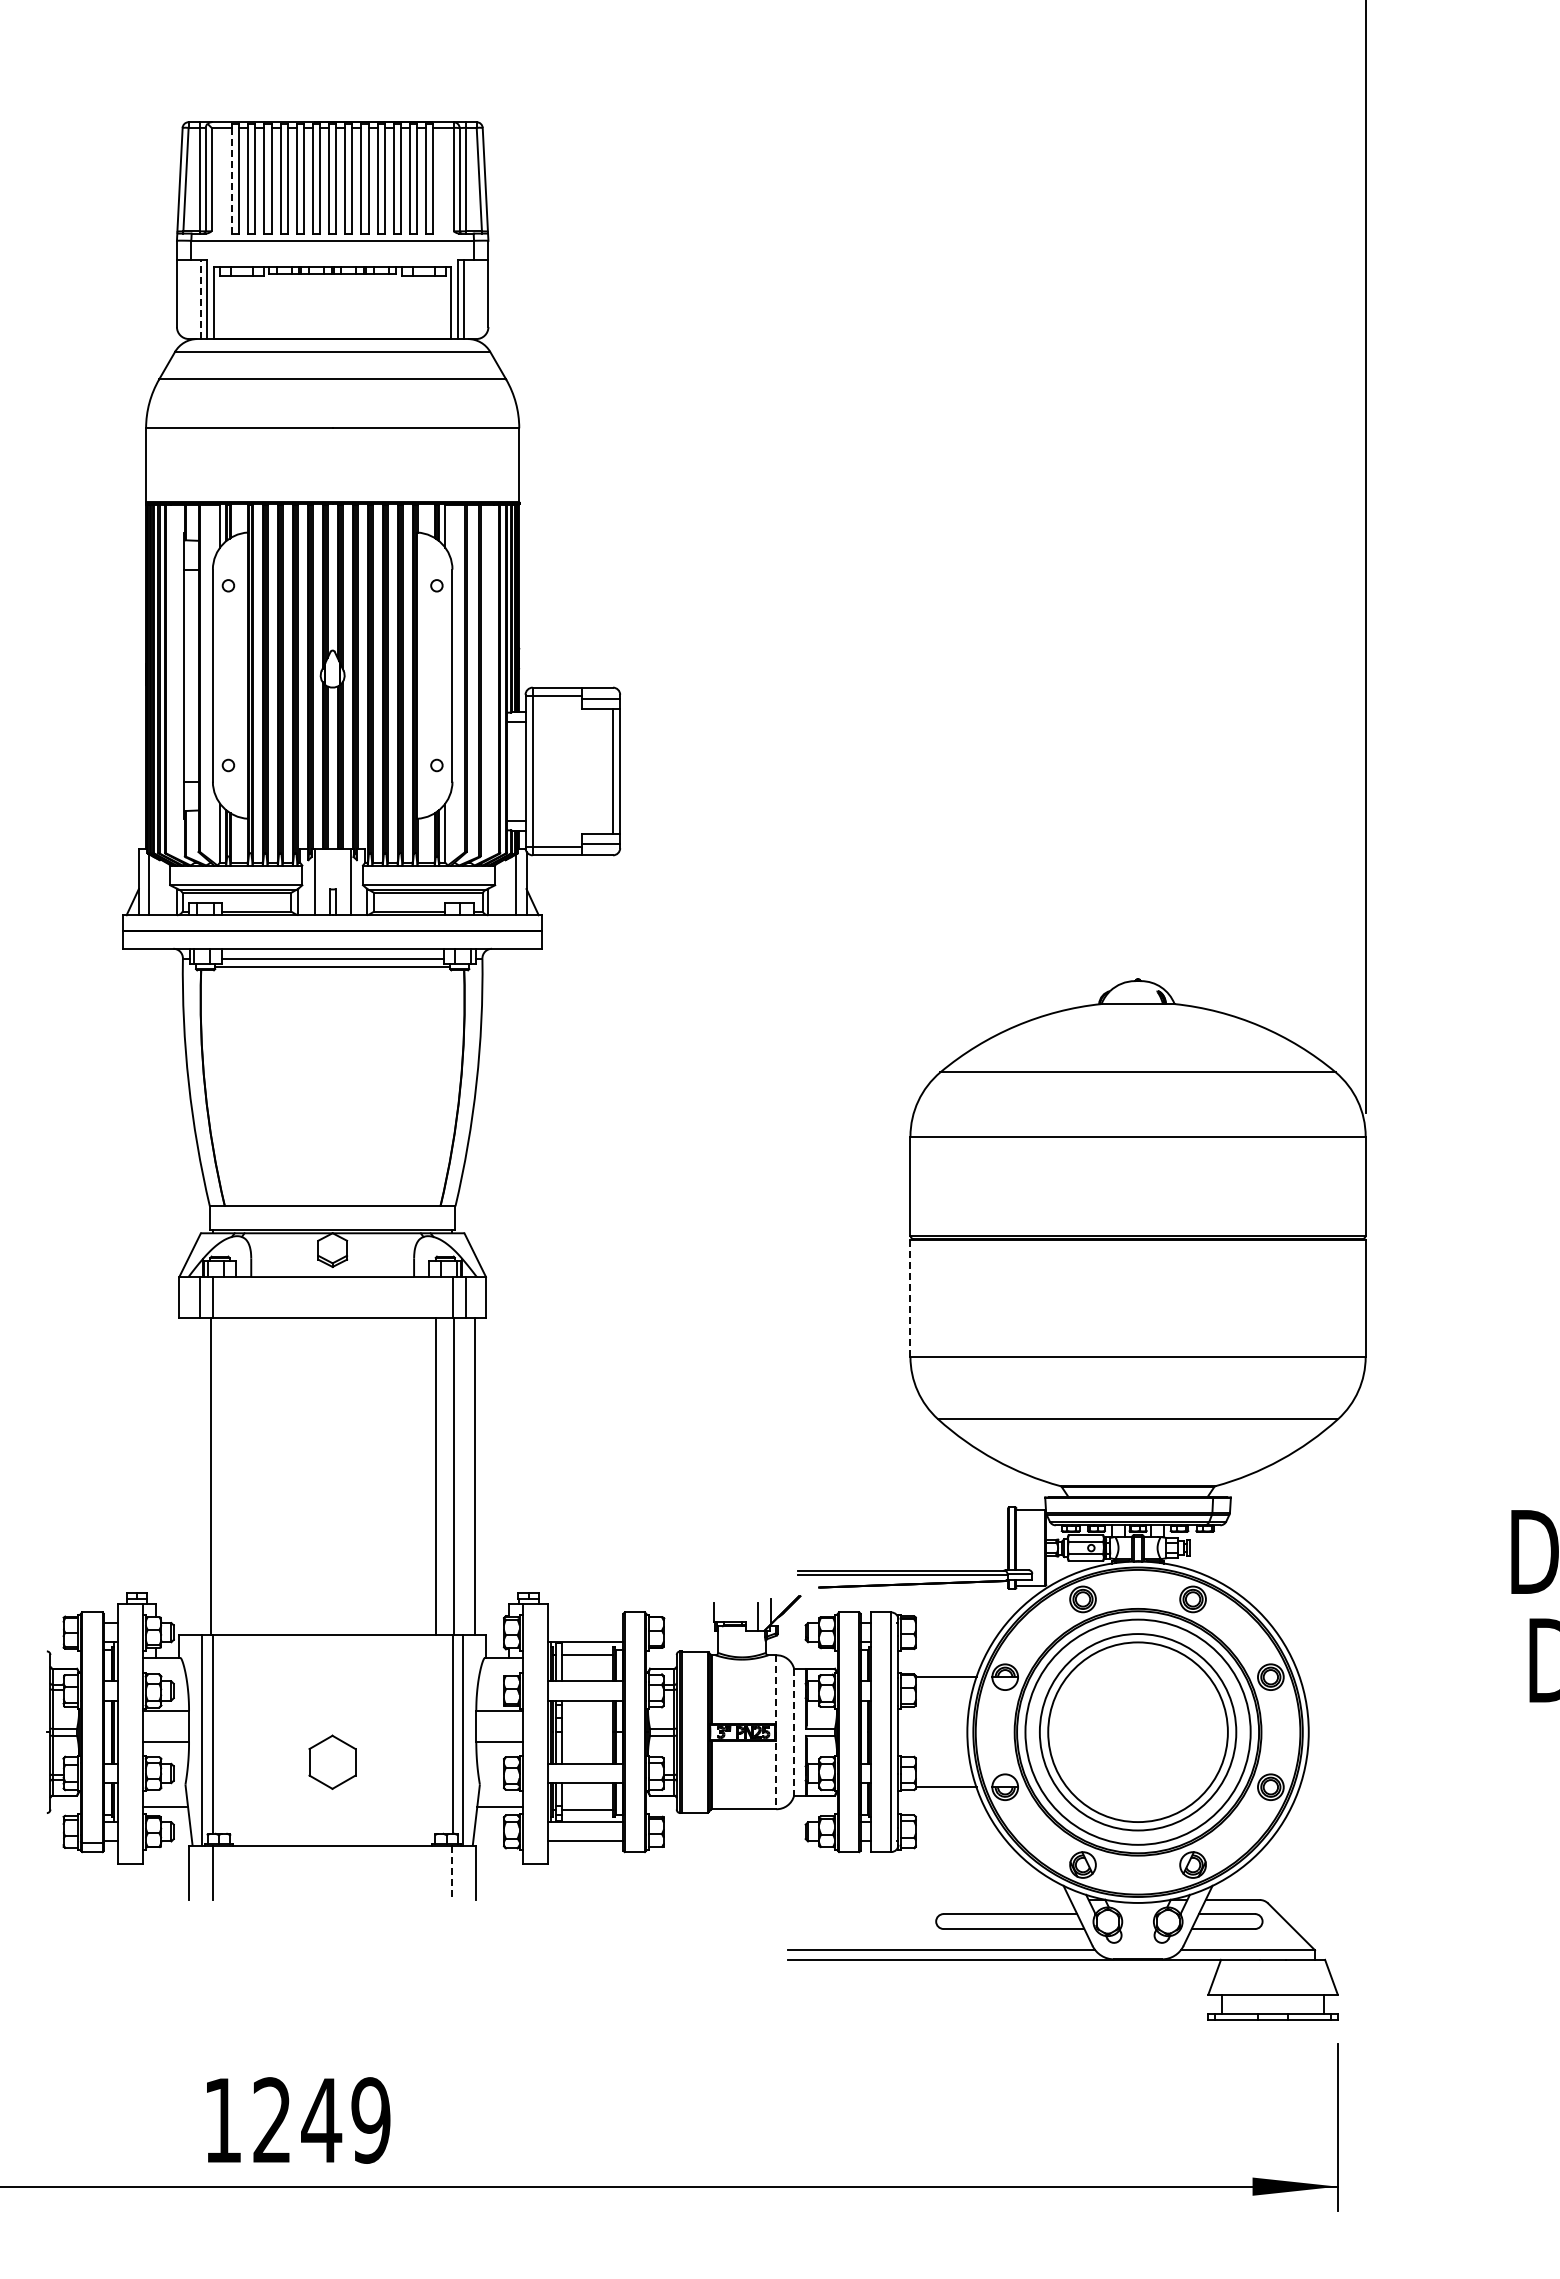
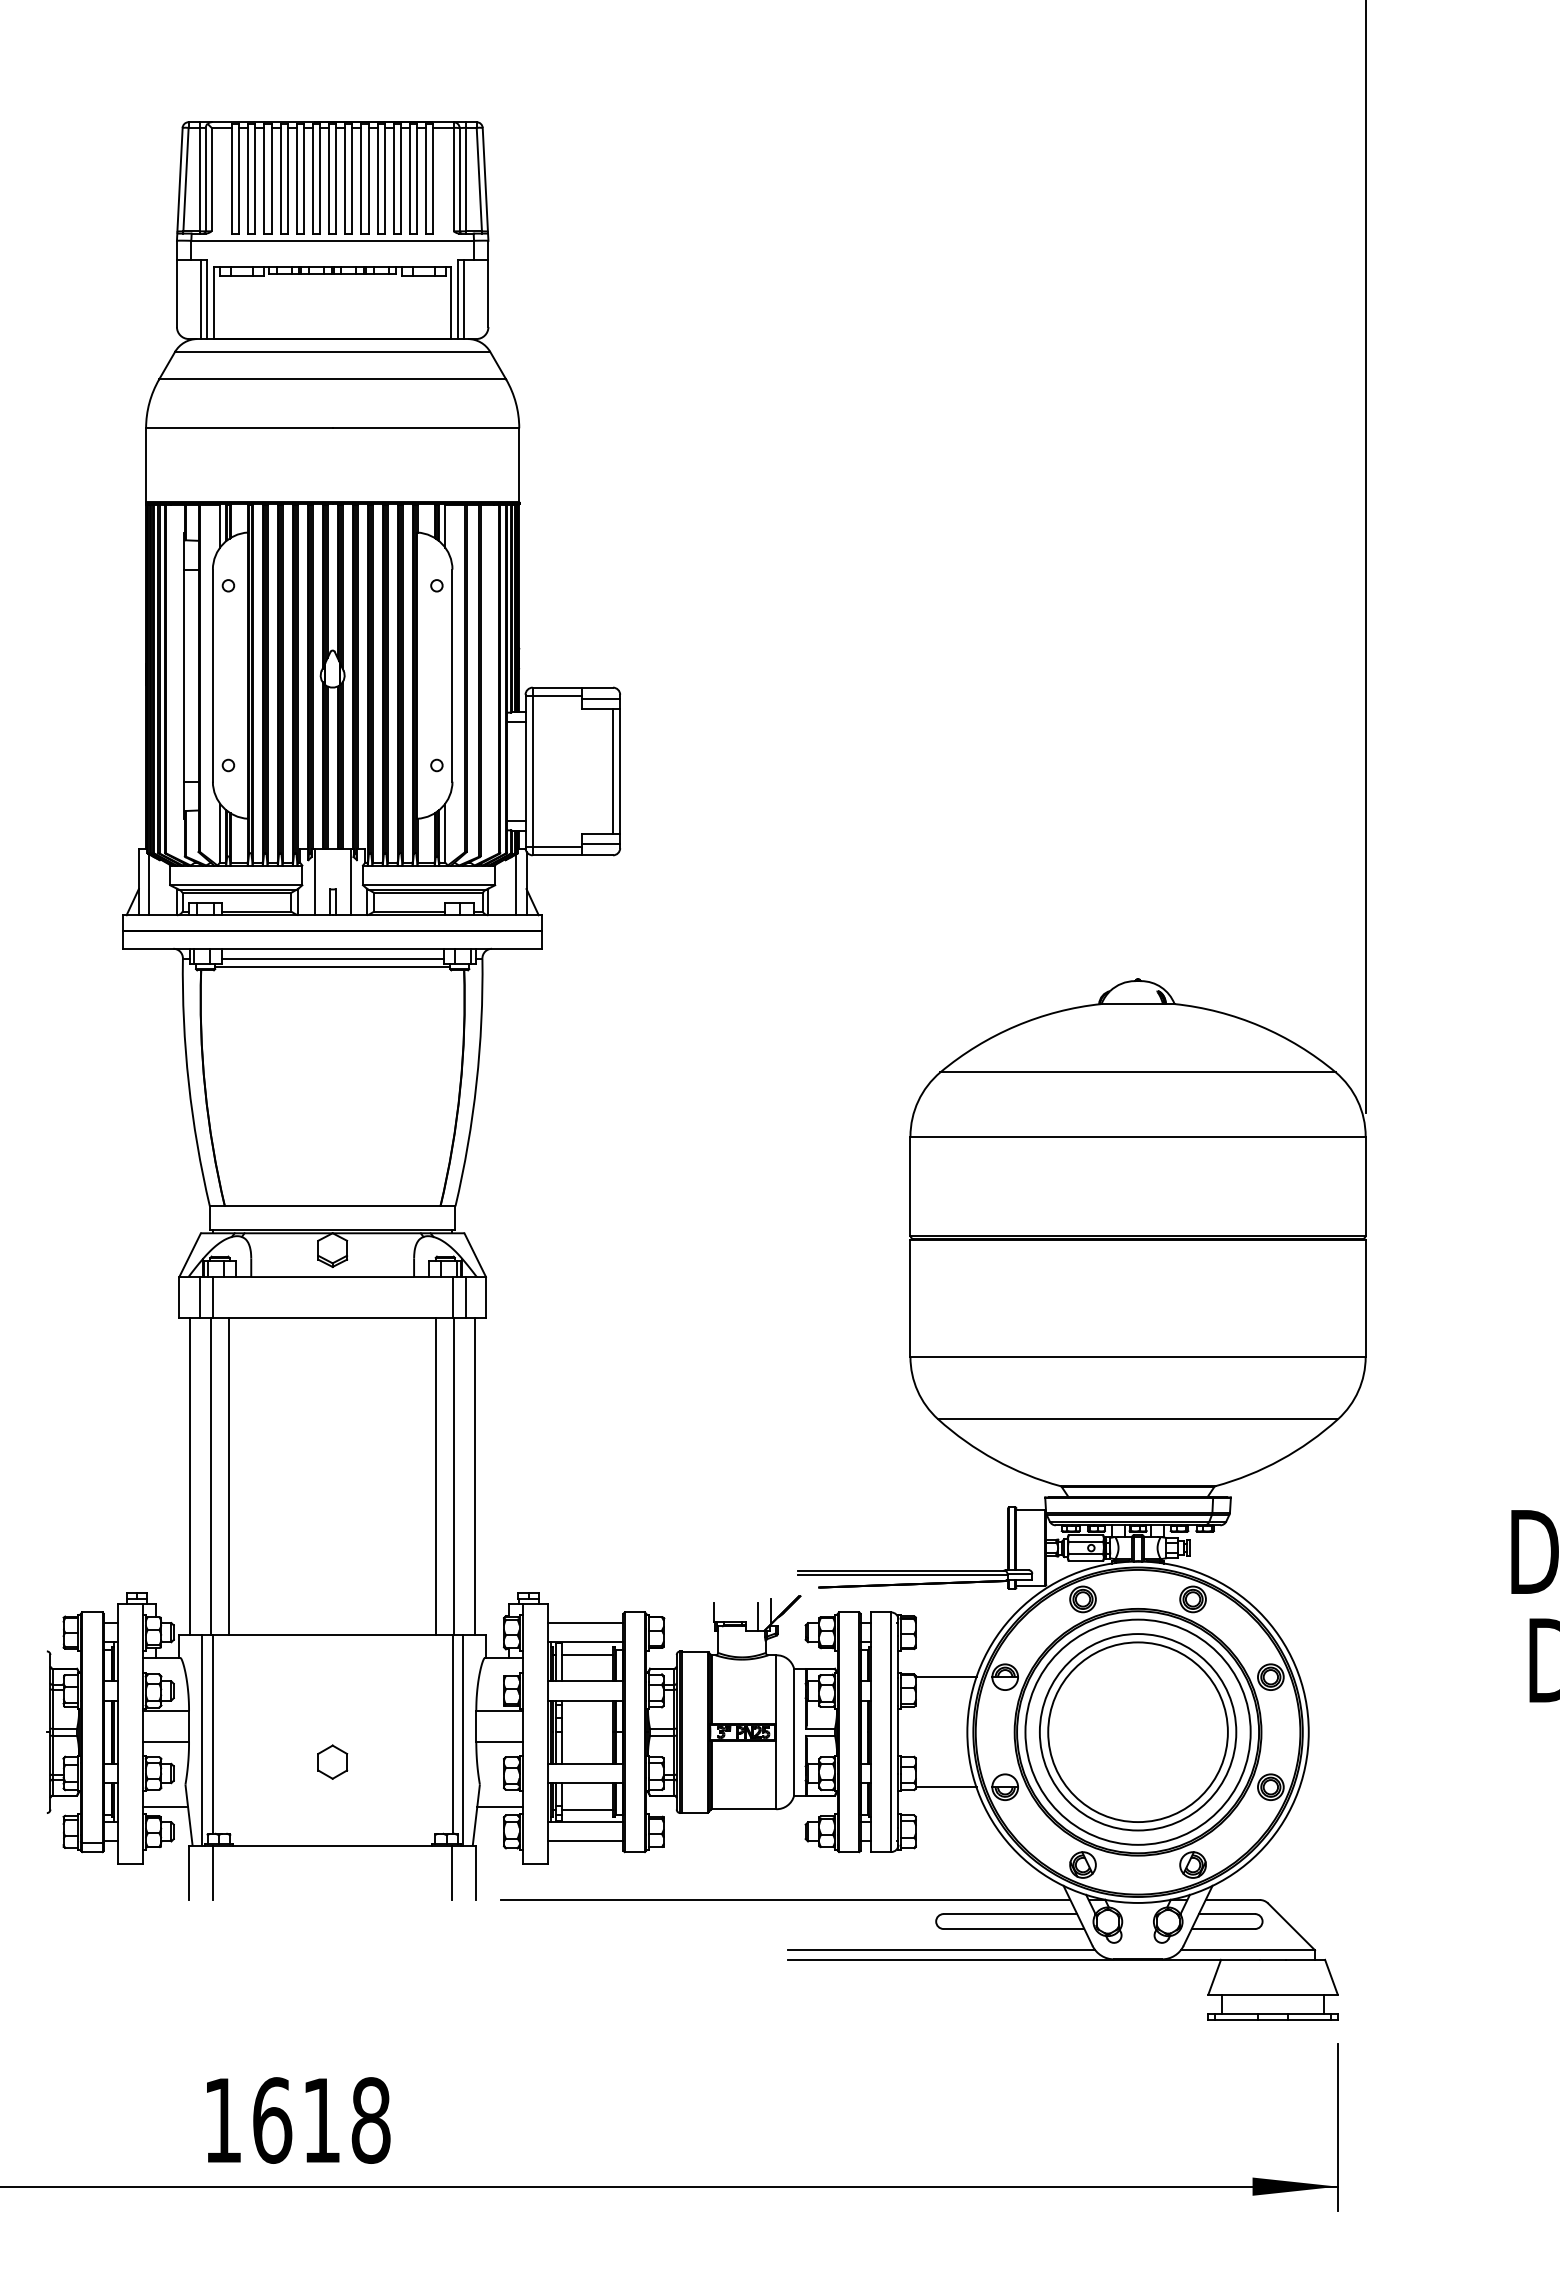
line at (232, 180): dashed -> solid
line at (200, 299): dashed -> solid
line at (910, 1298): dashed -> solid
line at (190, 1476): none -> present
line at (229, 1476): none -> present
line at (585, 1623): none -> present
line at (776, 1732): dashed -> solid
line at (794, 1732): dashed -> solid
part at (332, 1761) size: 49x56 px -> 32x36 px
line at (452, 1873): dashed -> solid
line at (785, 1899): none -> present
text at (321, 2120): 1249 -> 1618
